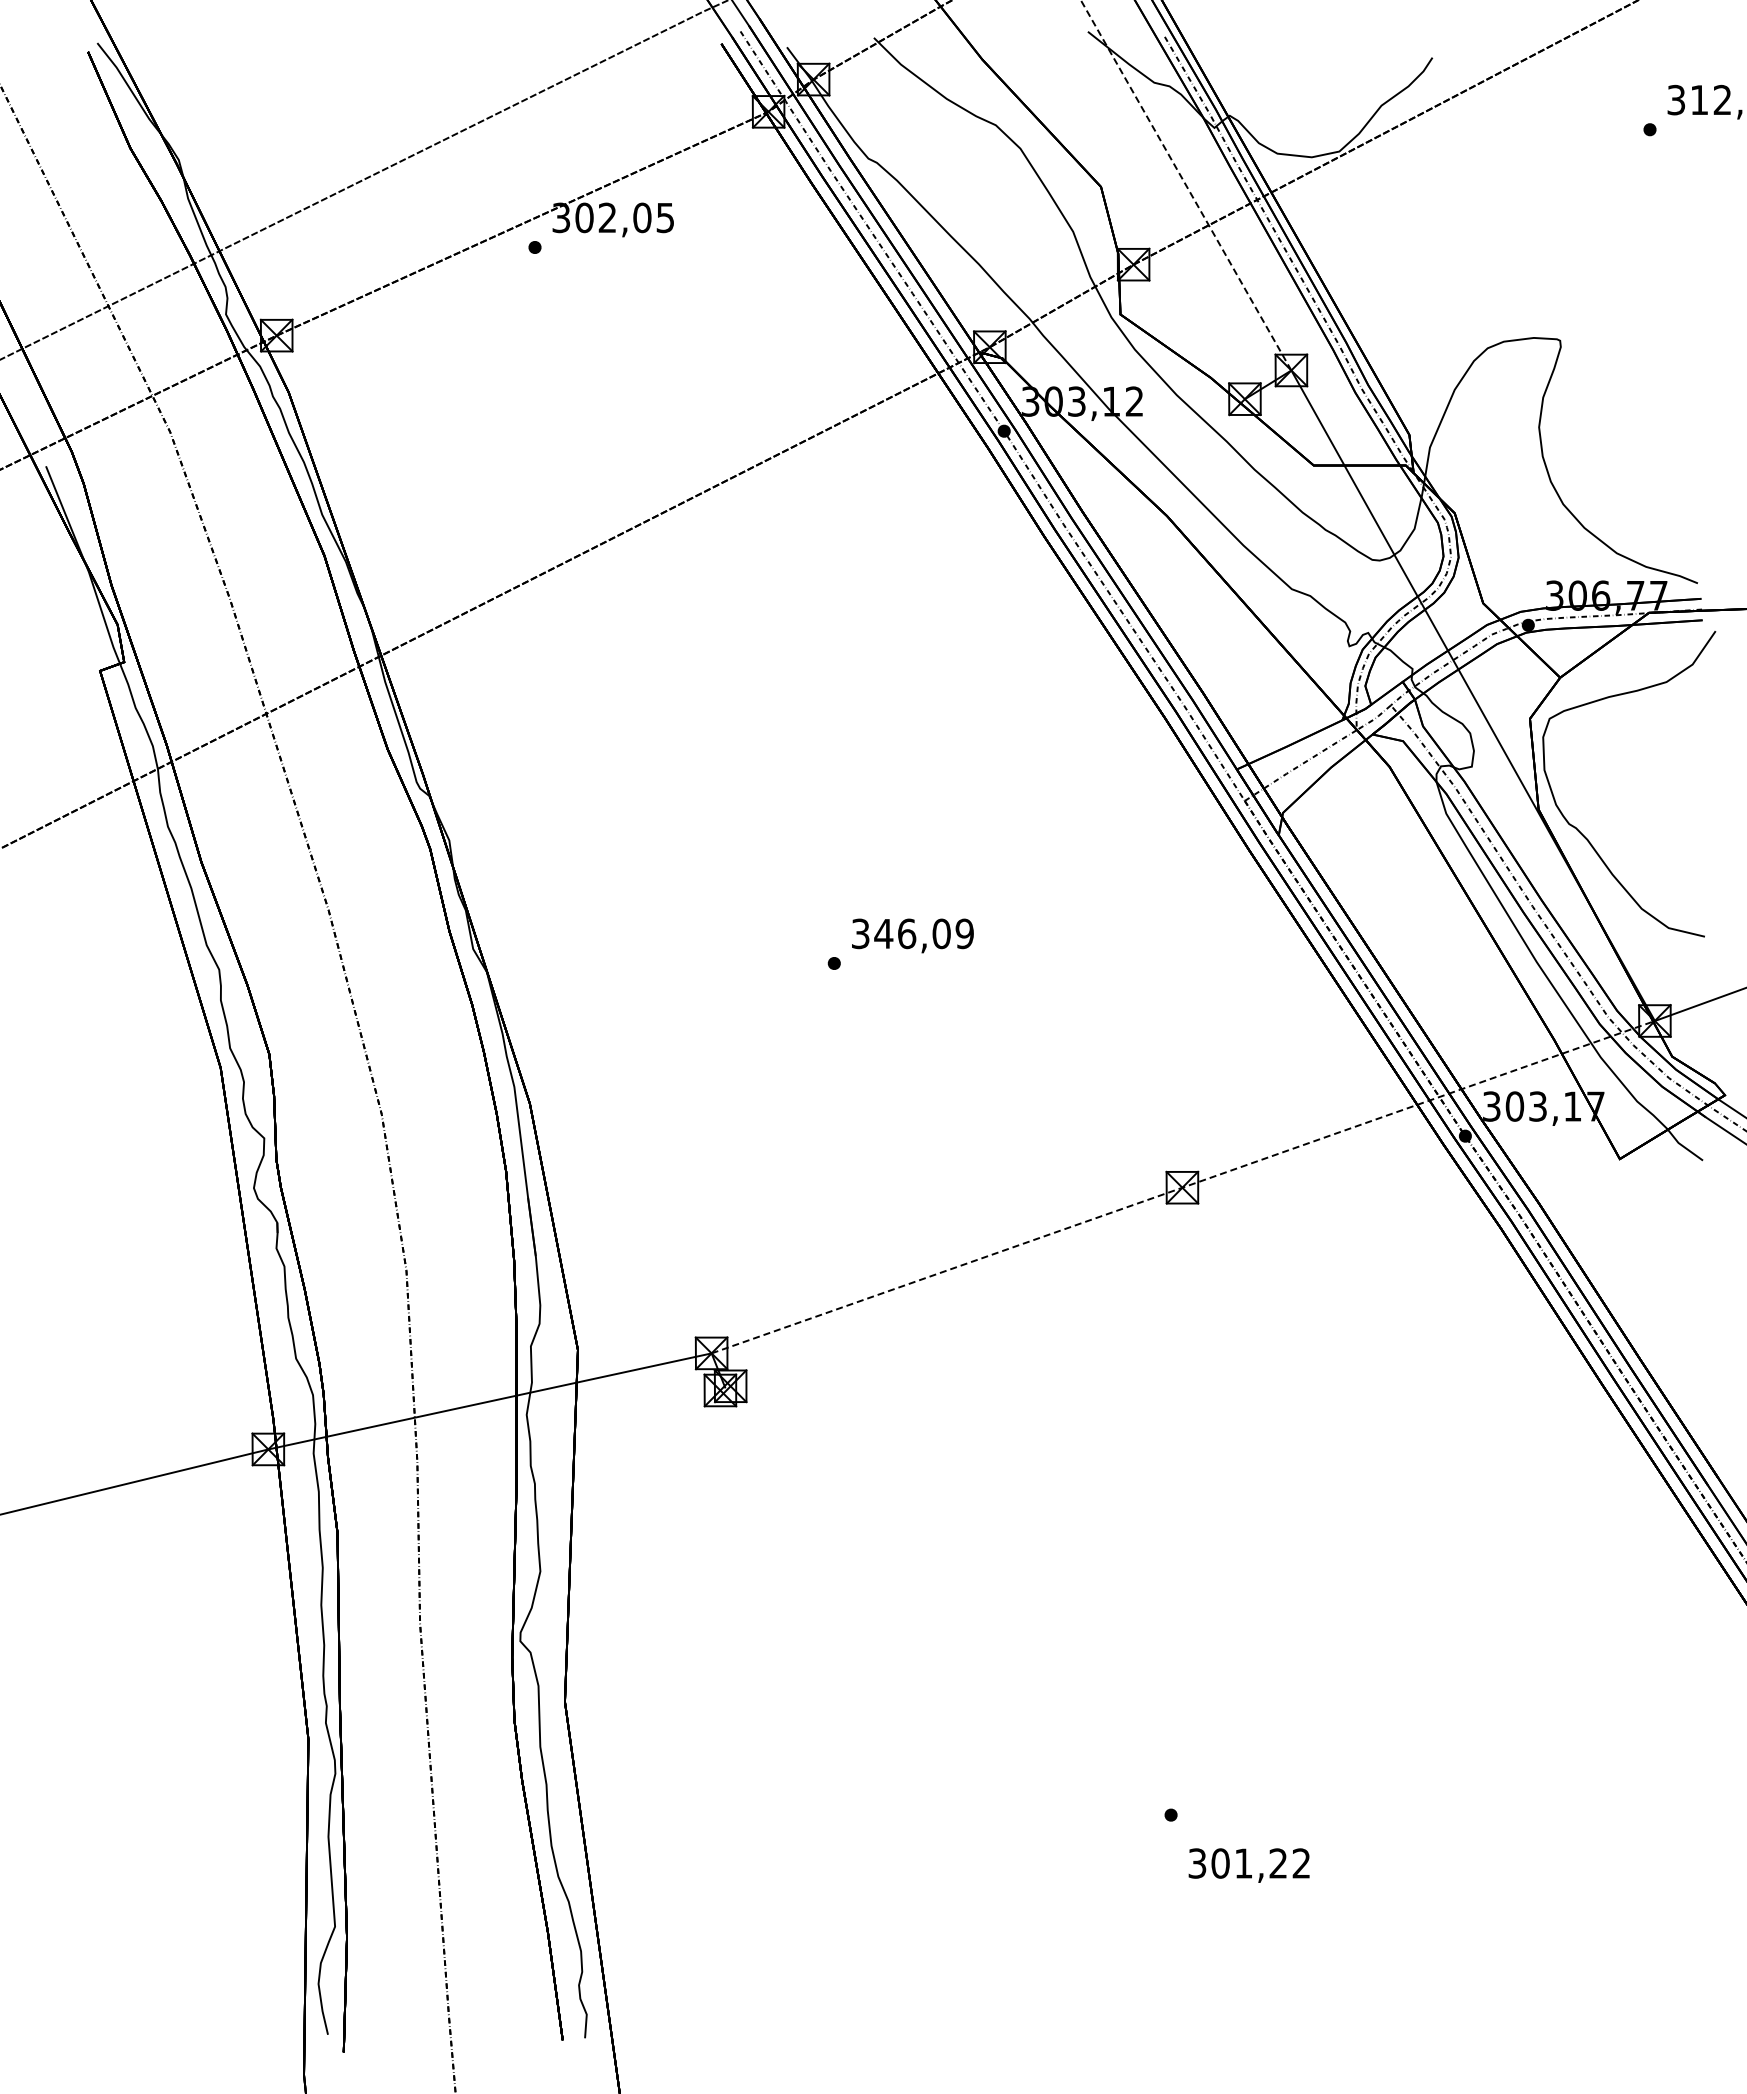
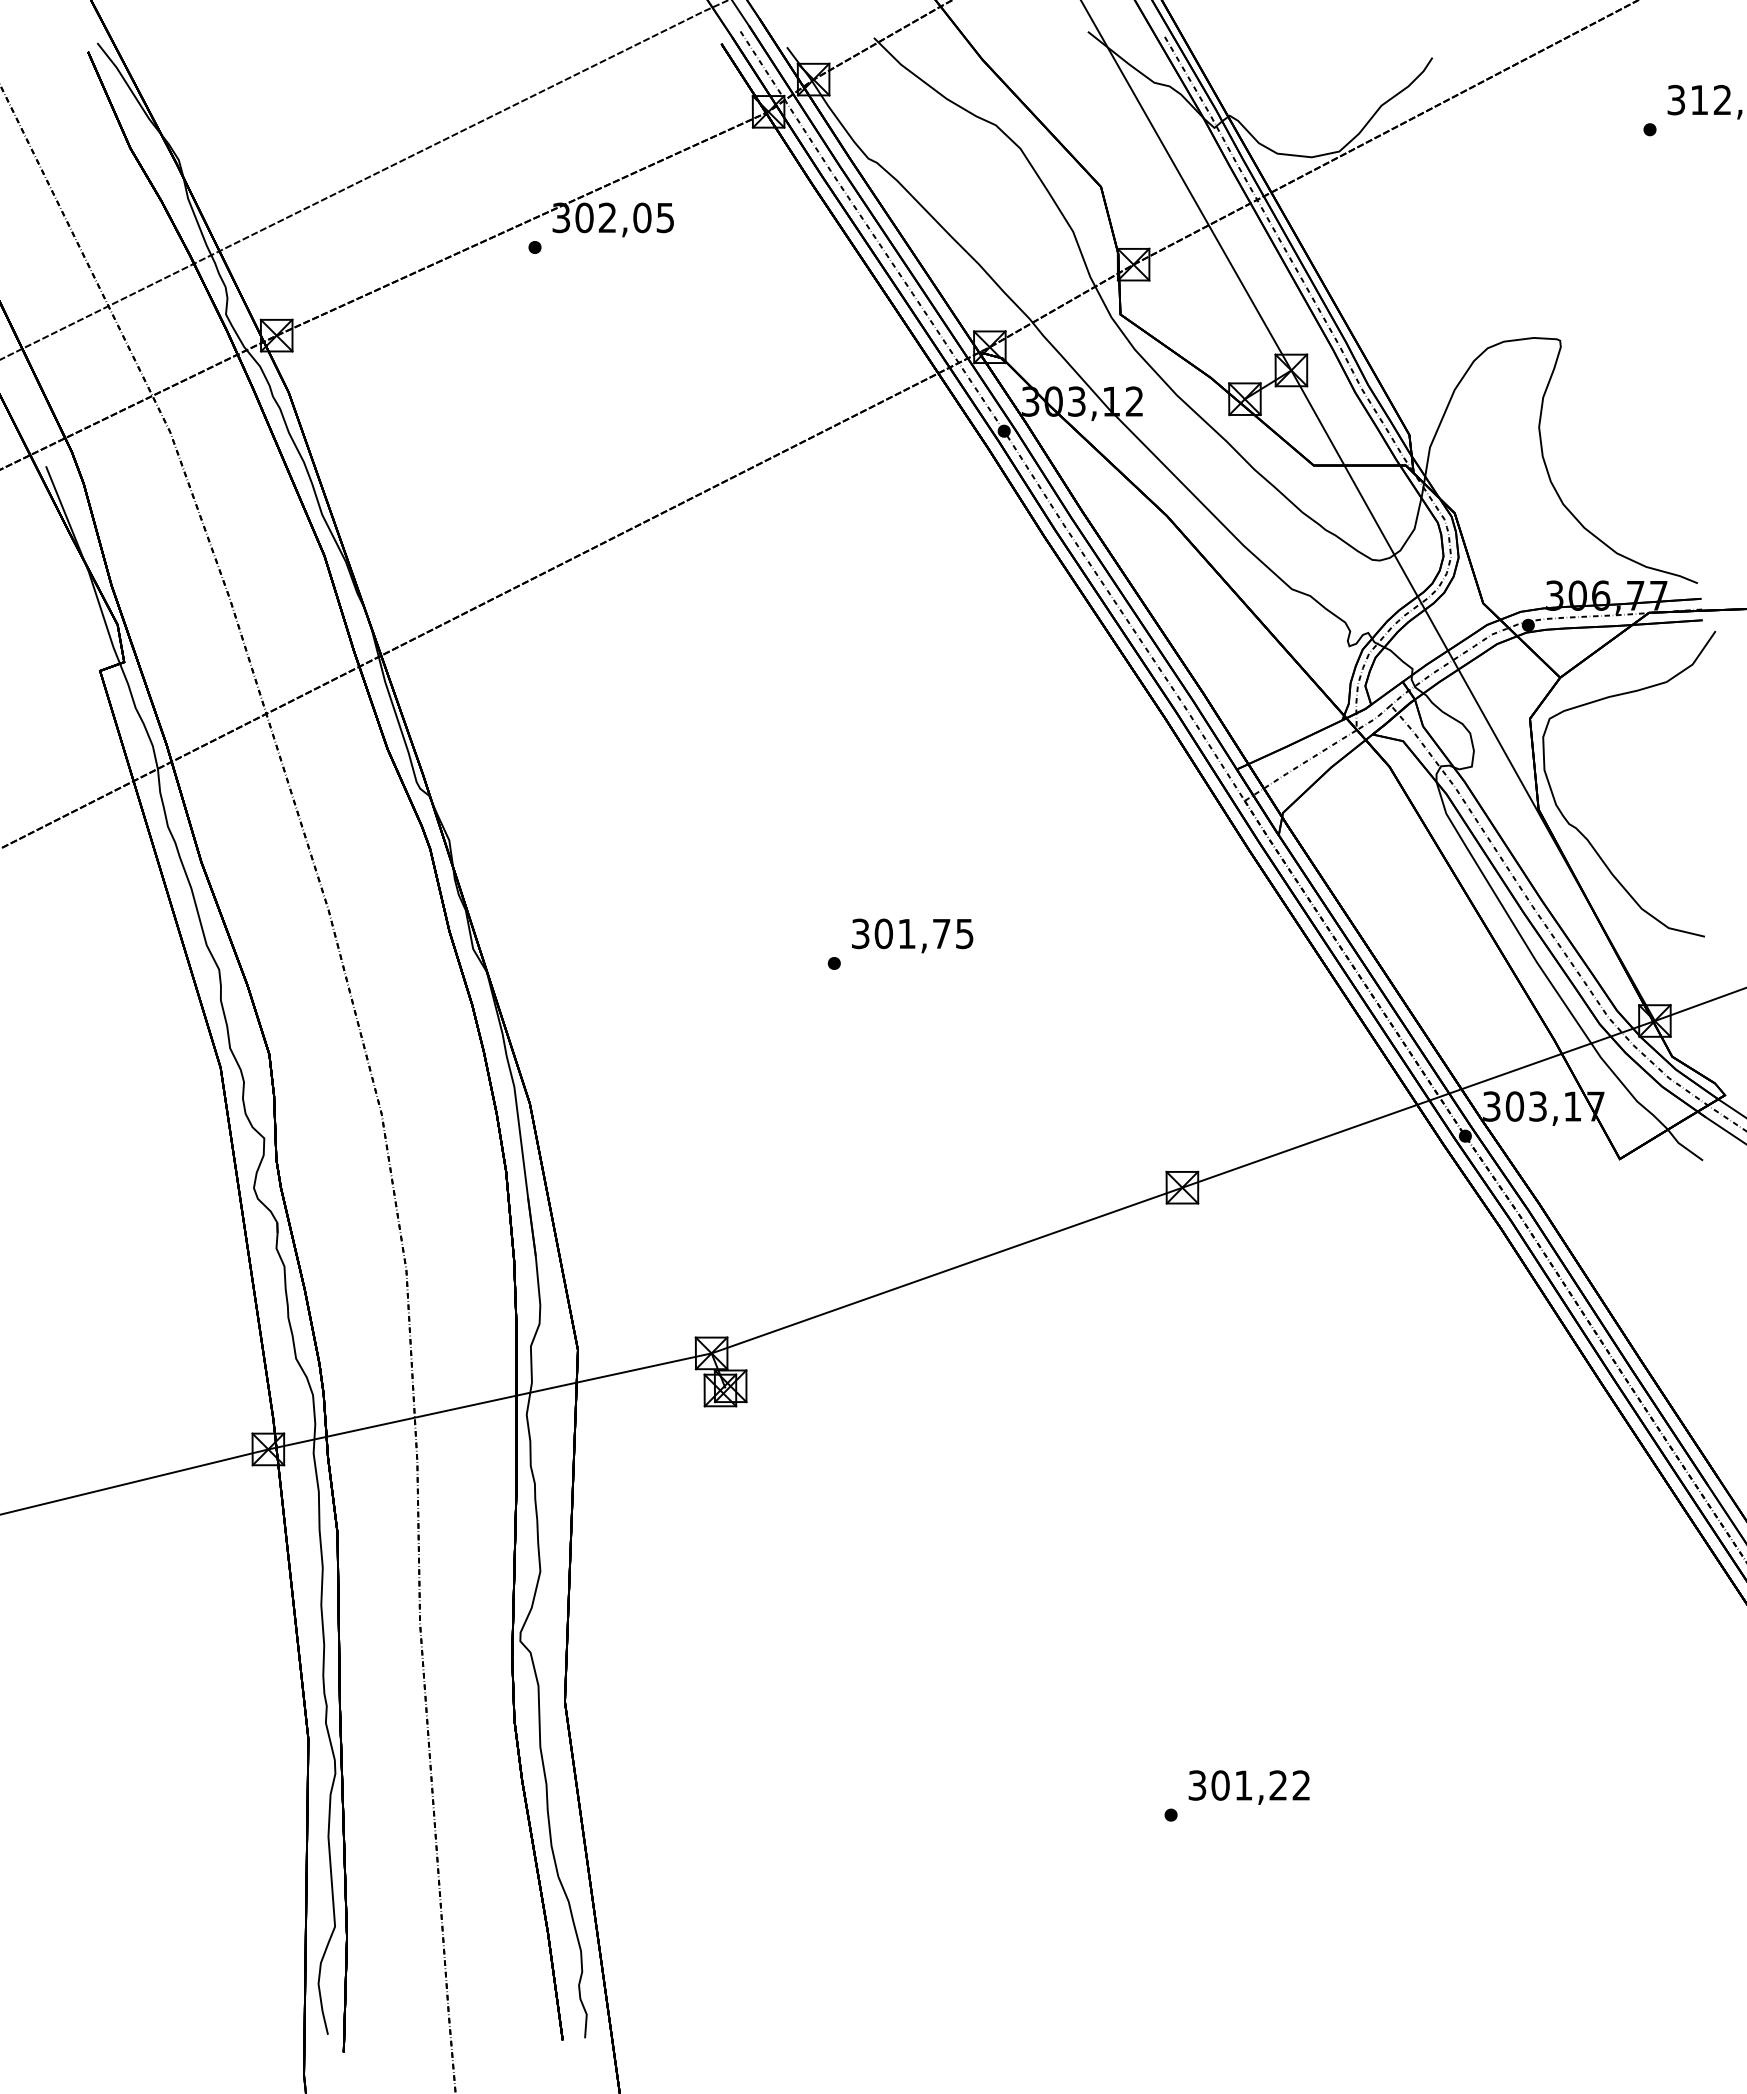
line at (1186, 185): dashed -> solid
text at (923, 933): 346,09 -> 301,75
line at (1183, 1187): dashed -> solid
text at (1248, 1865) position: (1248, 1865) -> (1248, 1787)
